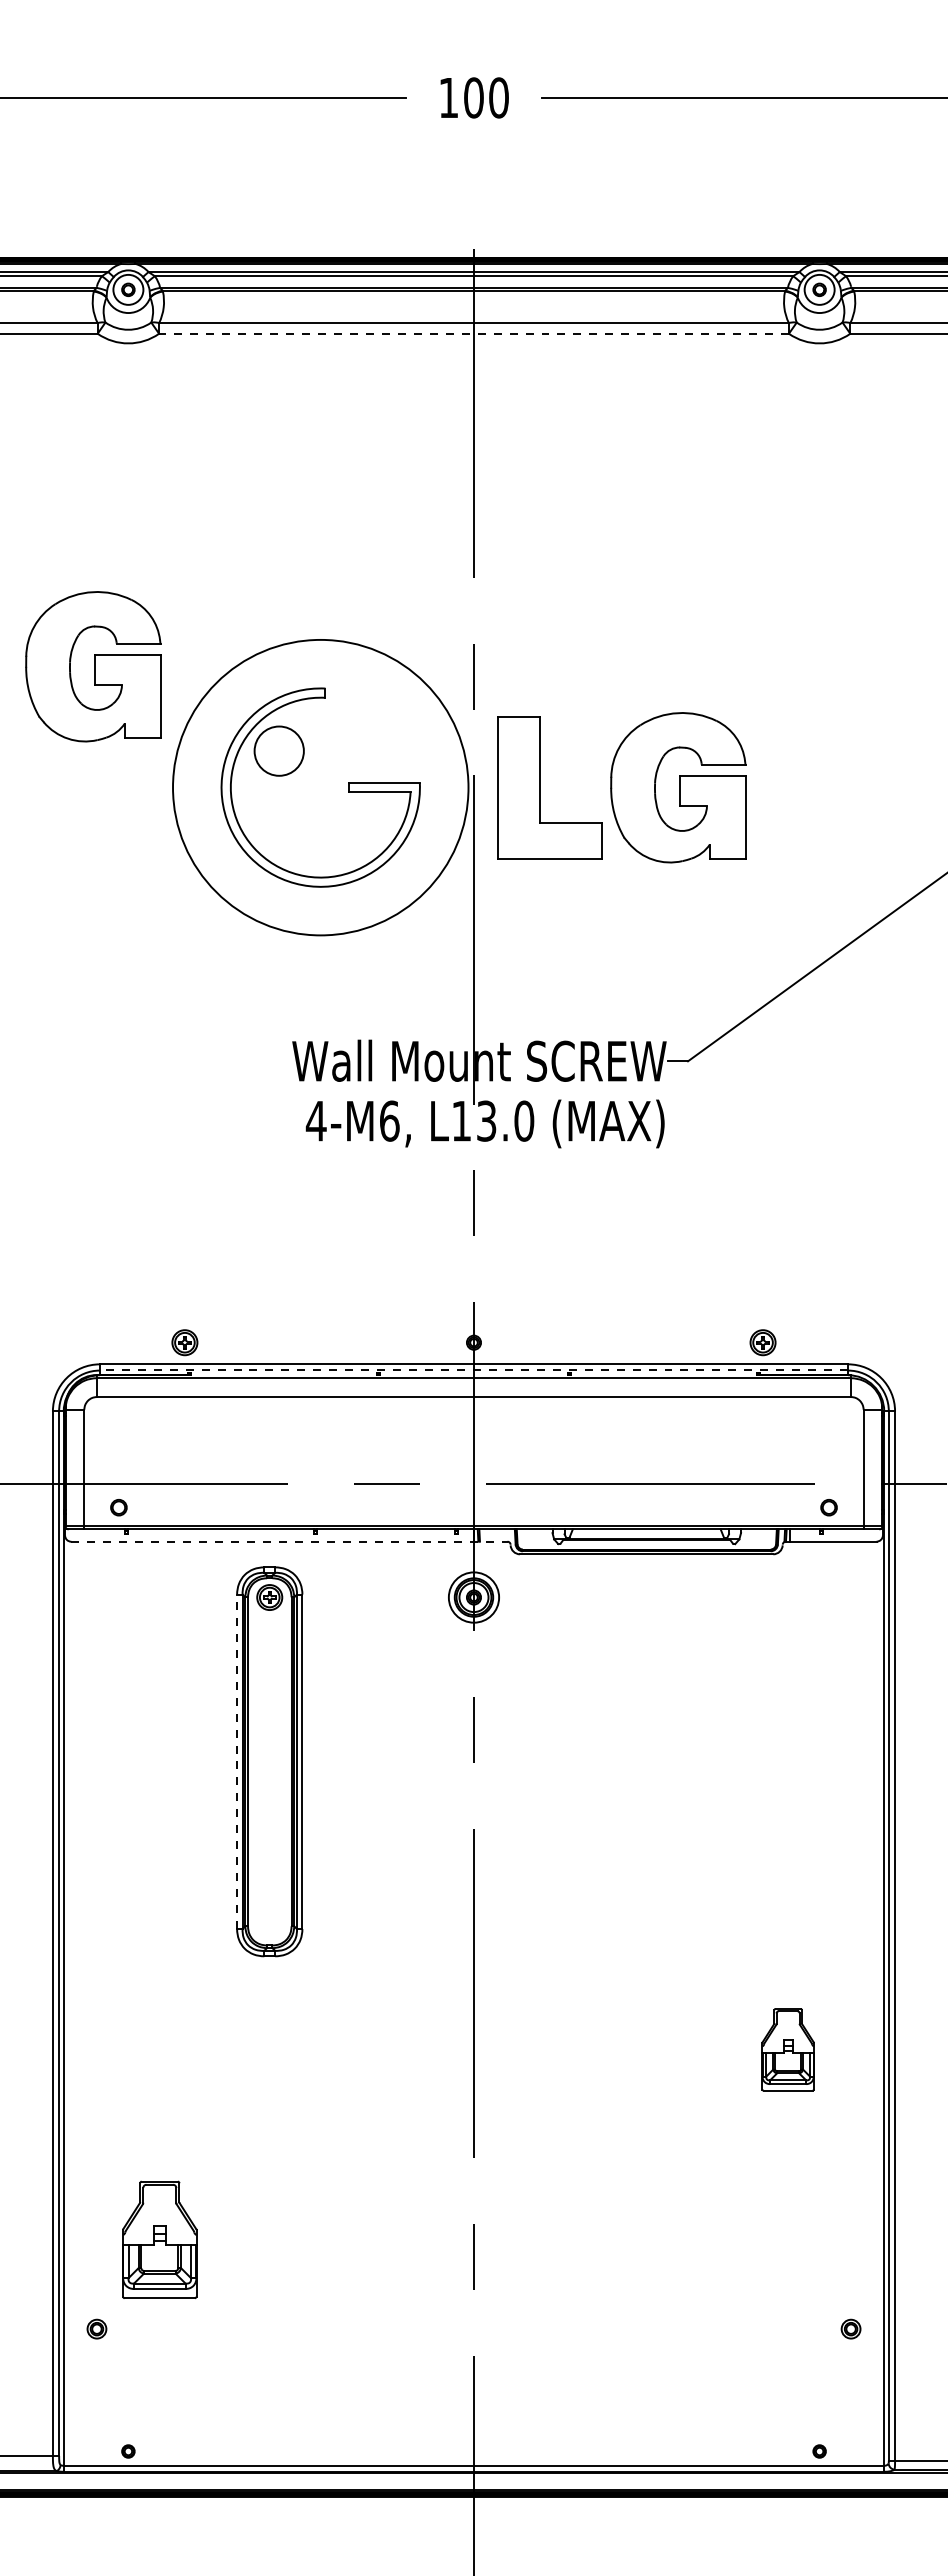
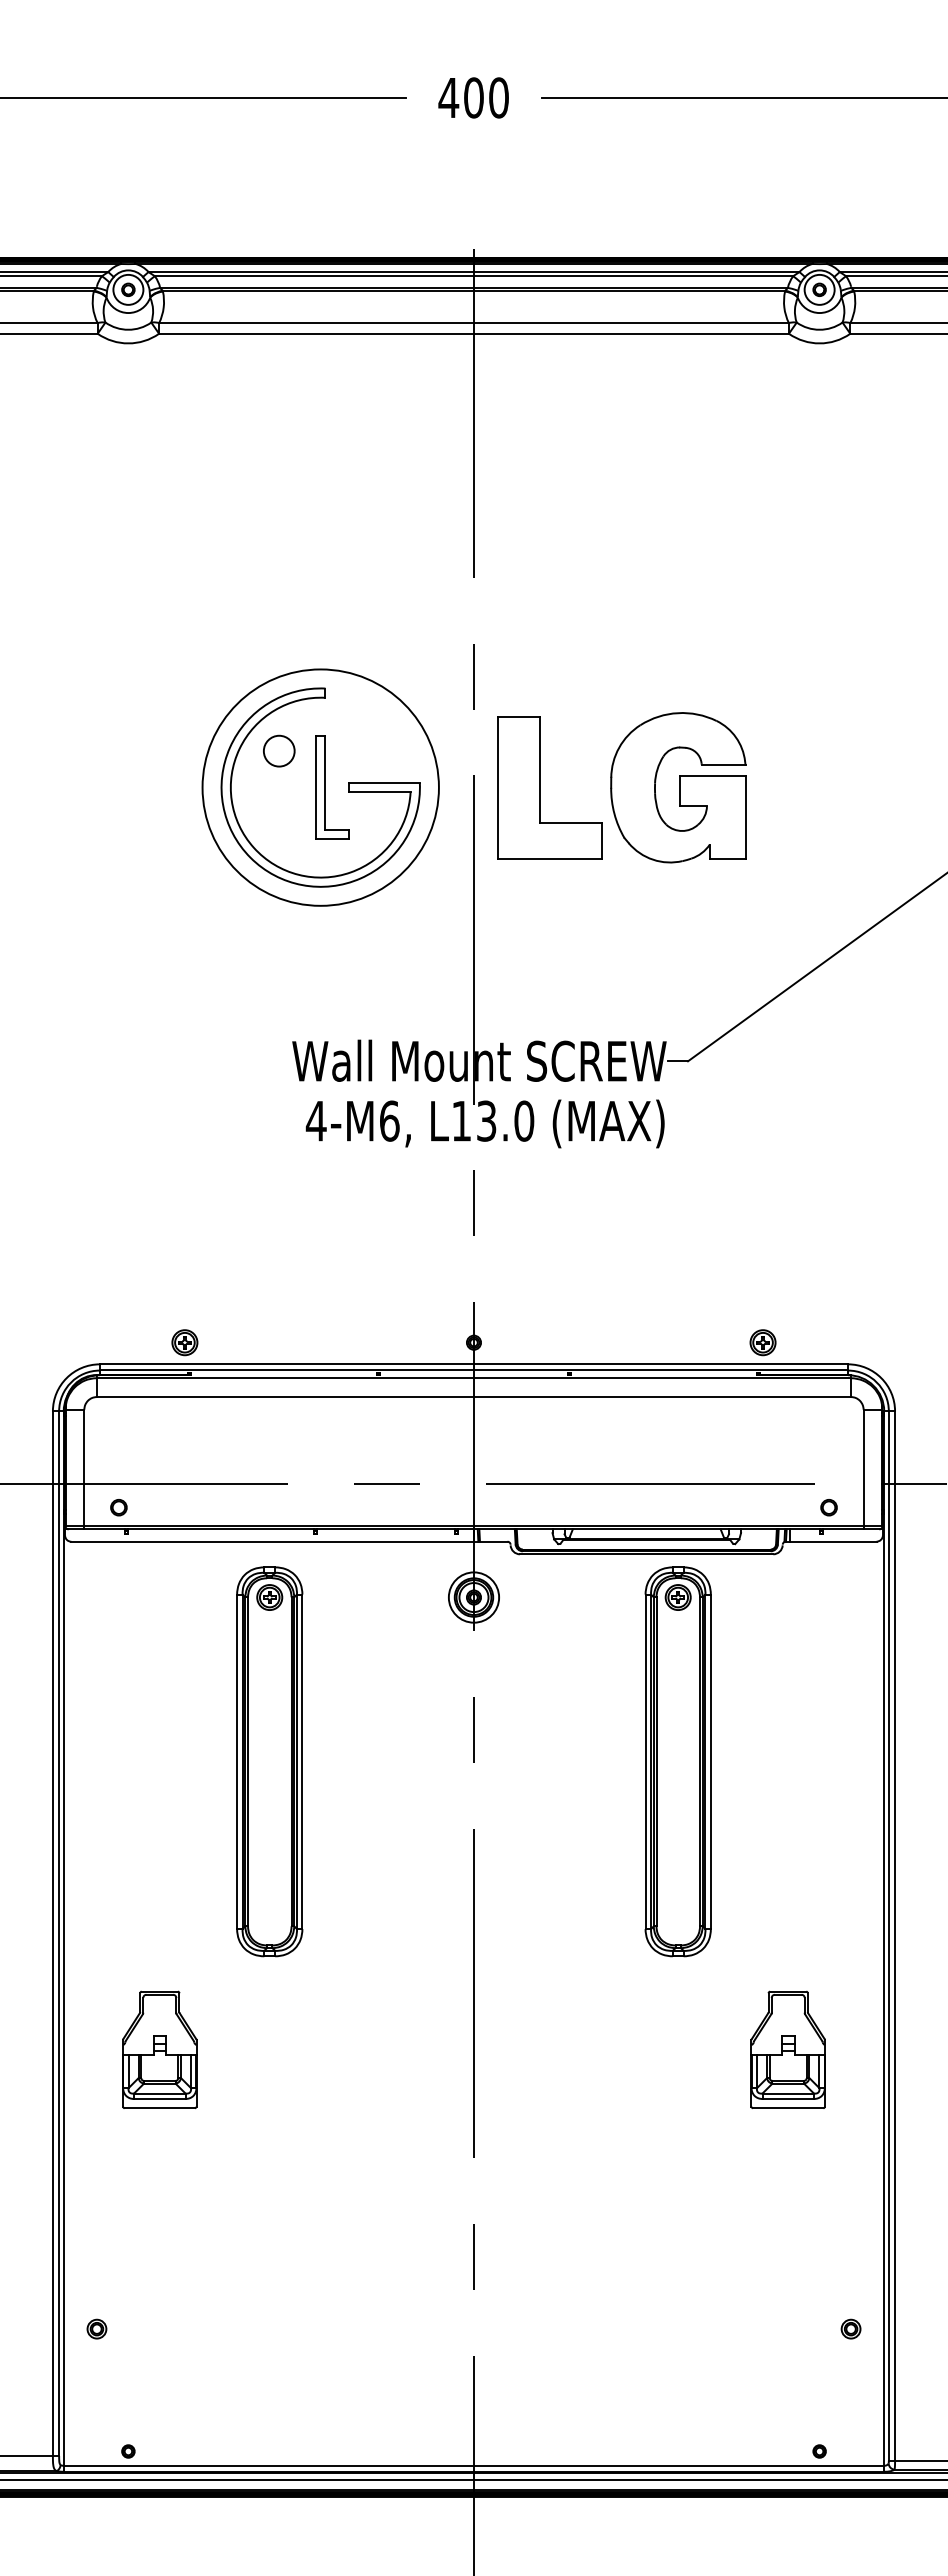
text at (448, 97): 100 -> 400
line at (474, 333): dashed -> solid
part at (93, 666): present -> none
circle at (278, 750) diameter: 49 px -> 31 px
circle at (320, 787) diameter: 295 px -> 236 px
part at (325, 787): none -> present
line at (473, 1370): dashed -> solid
line at (289, 1541): dashed -> solid
line at (237, 1761): dashed -> solid
part at (677, 1761): none -> present
part at (787, 2049) size: 54x84 px -> 76x119 px
part at (159, 2239) position: (159, 2239) -> (159, 2049)
line at (473, 2479): none -> present
